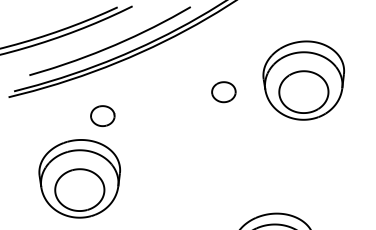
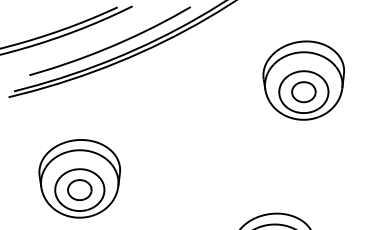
part at (223, 92) position: (223, 92) -> (303, 92)
part at (102, 115) position: (102, 115) -> (79, 189)
